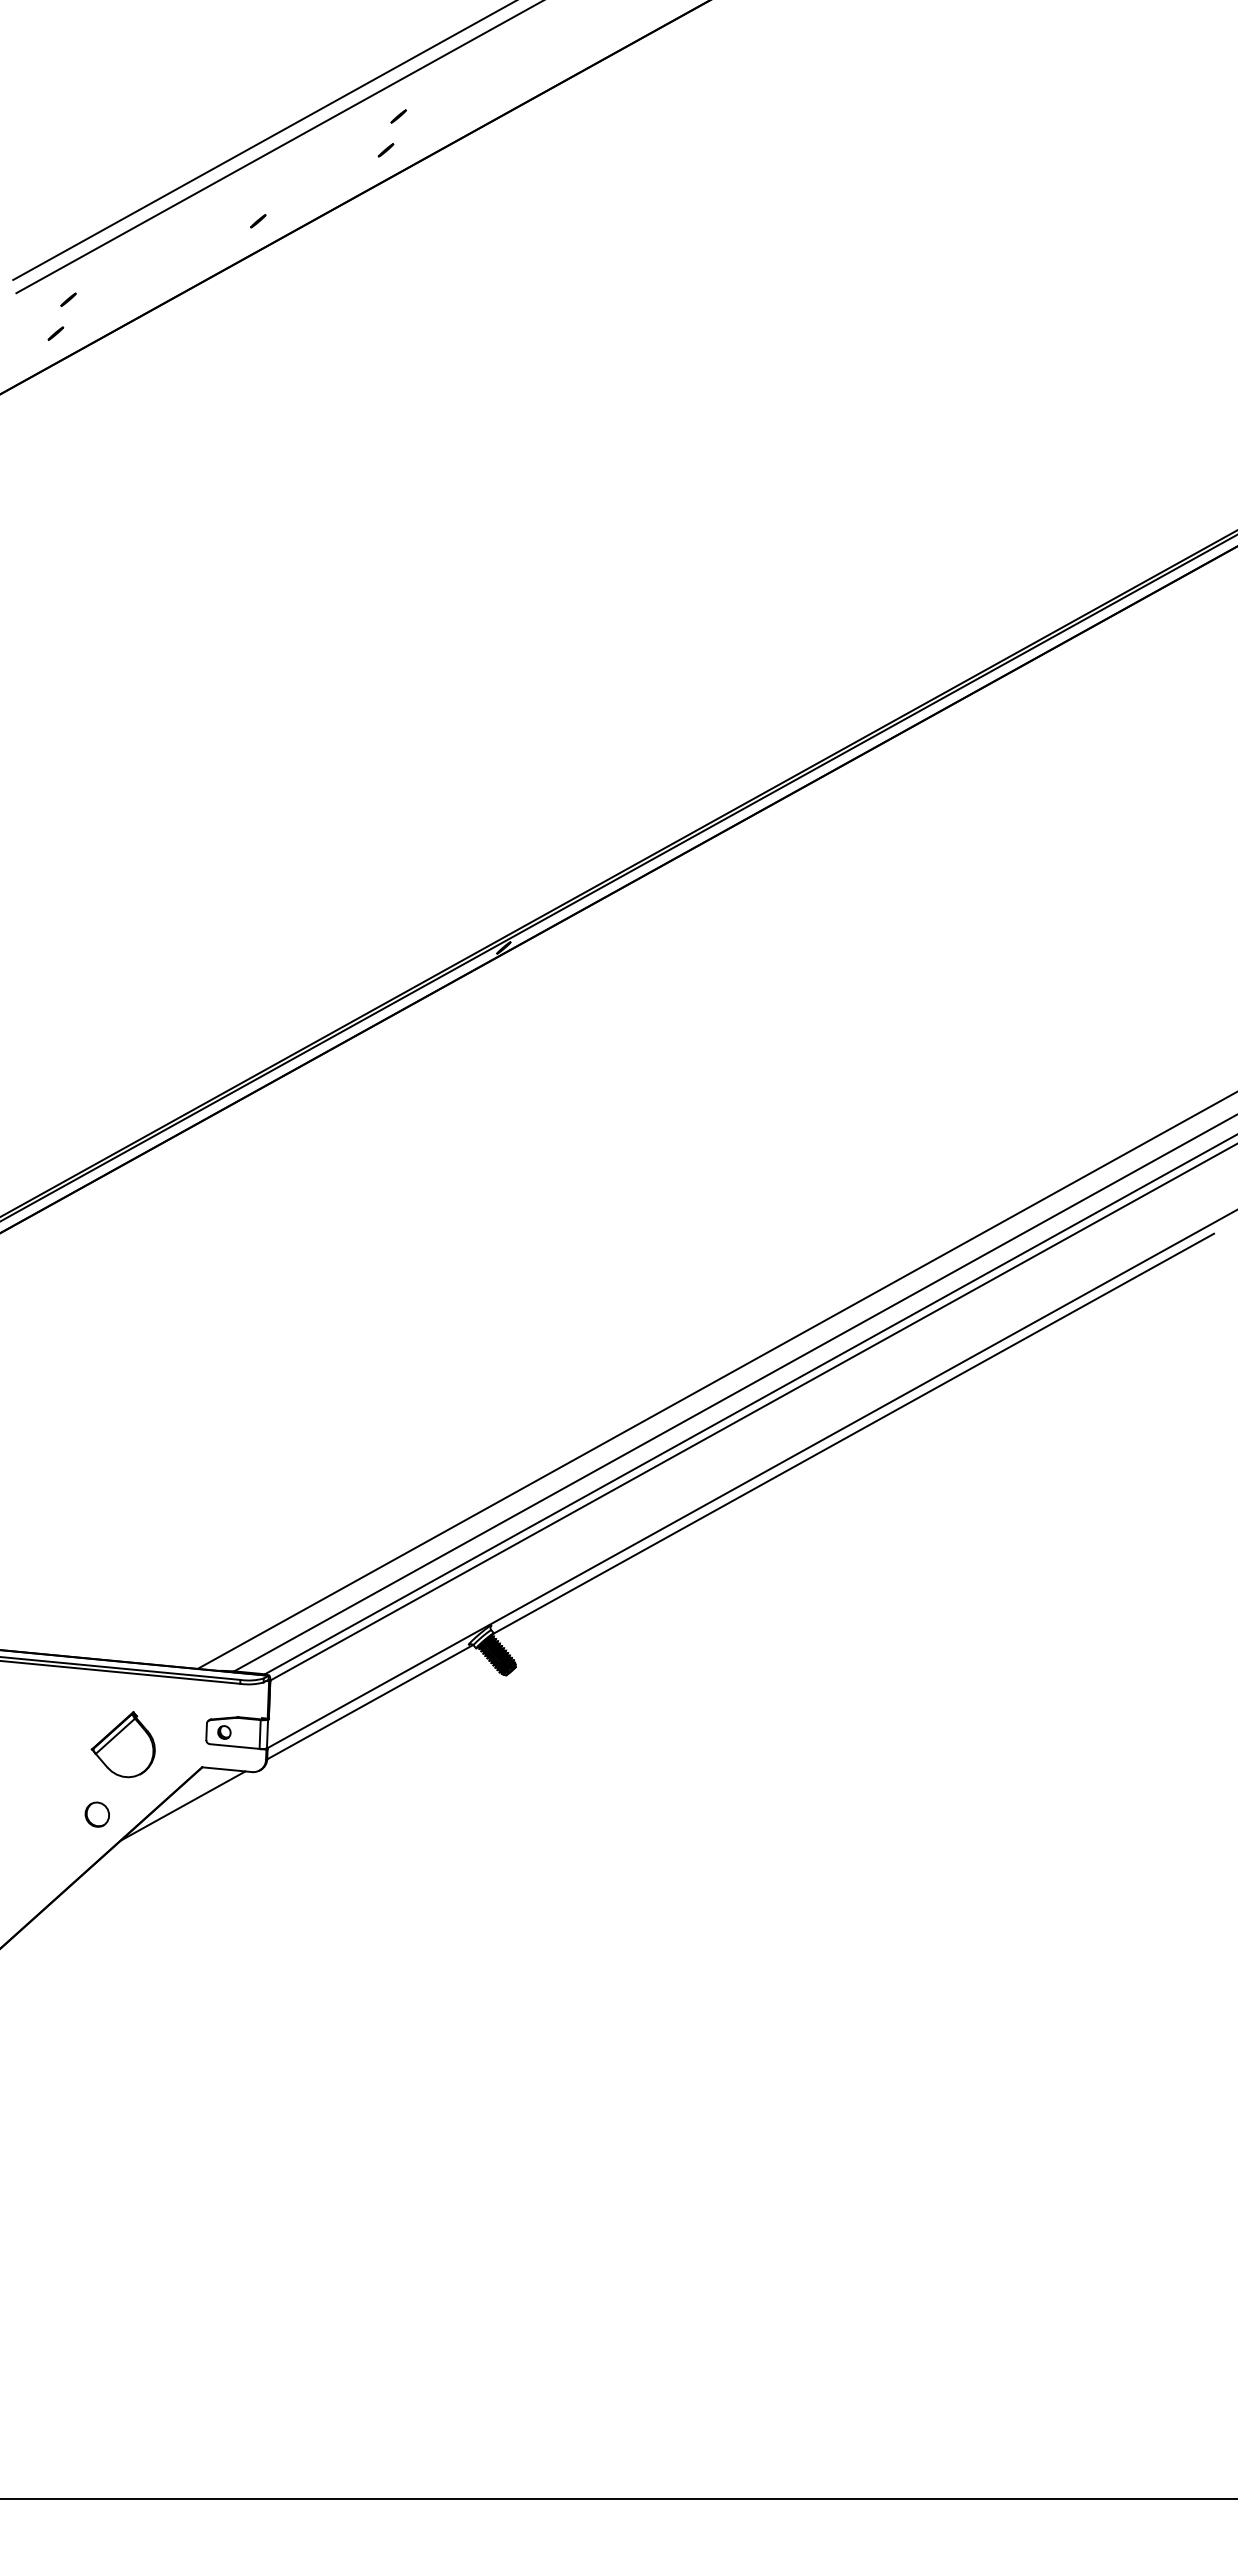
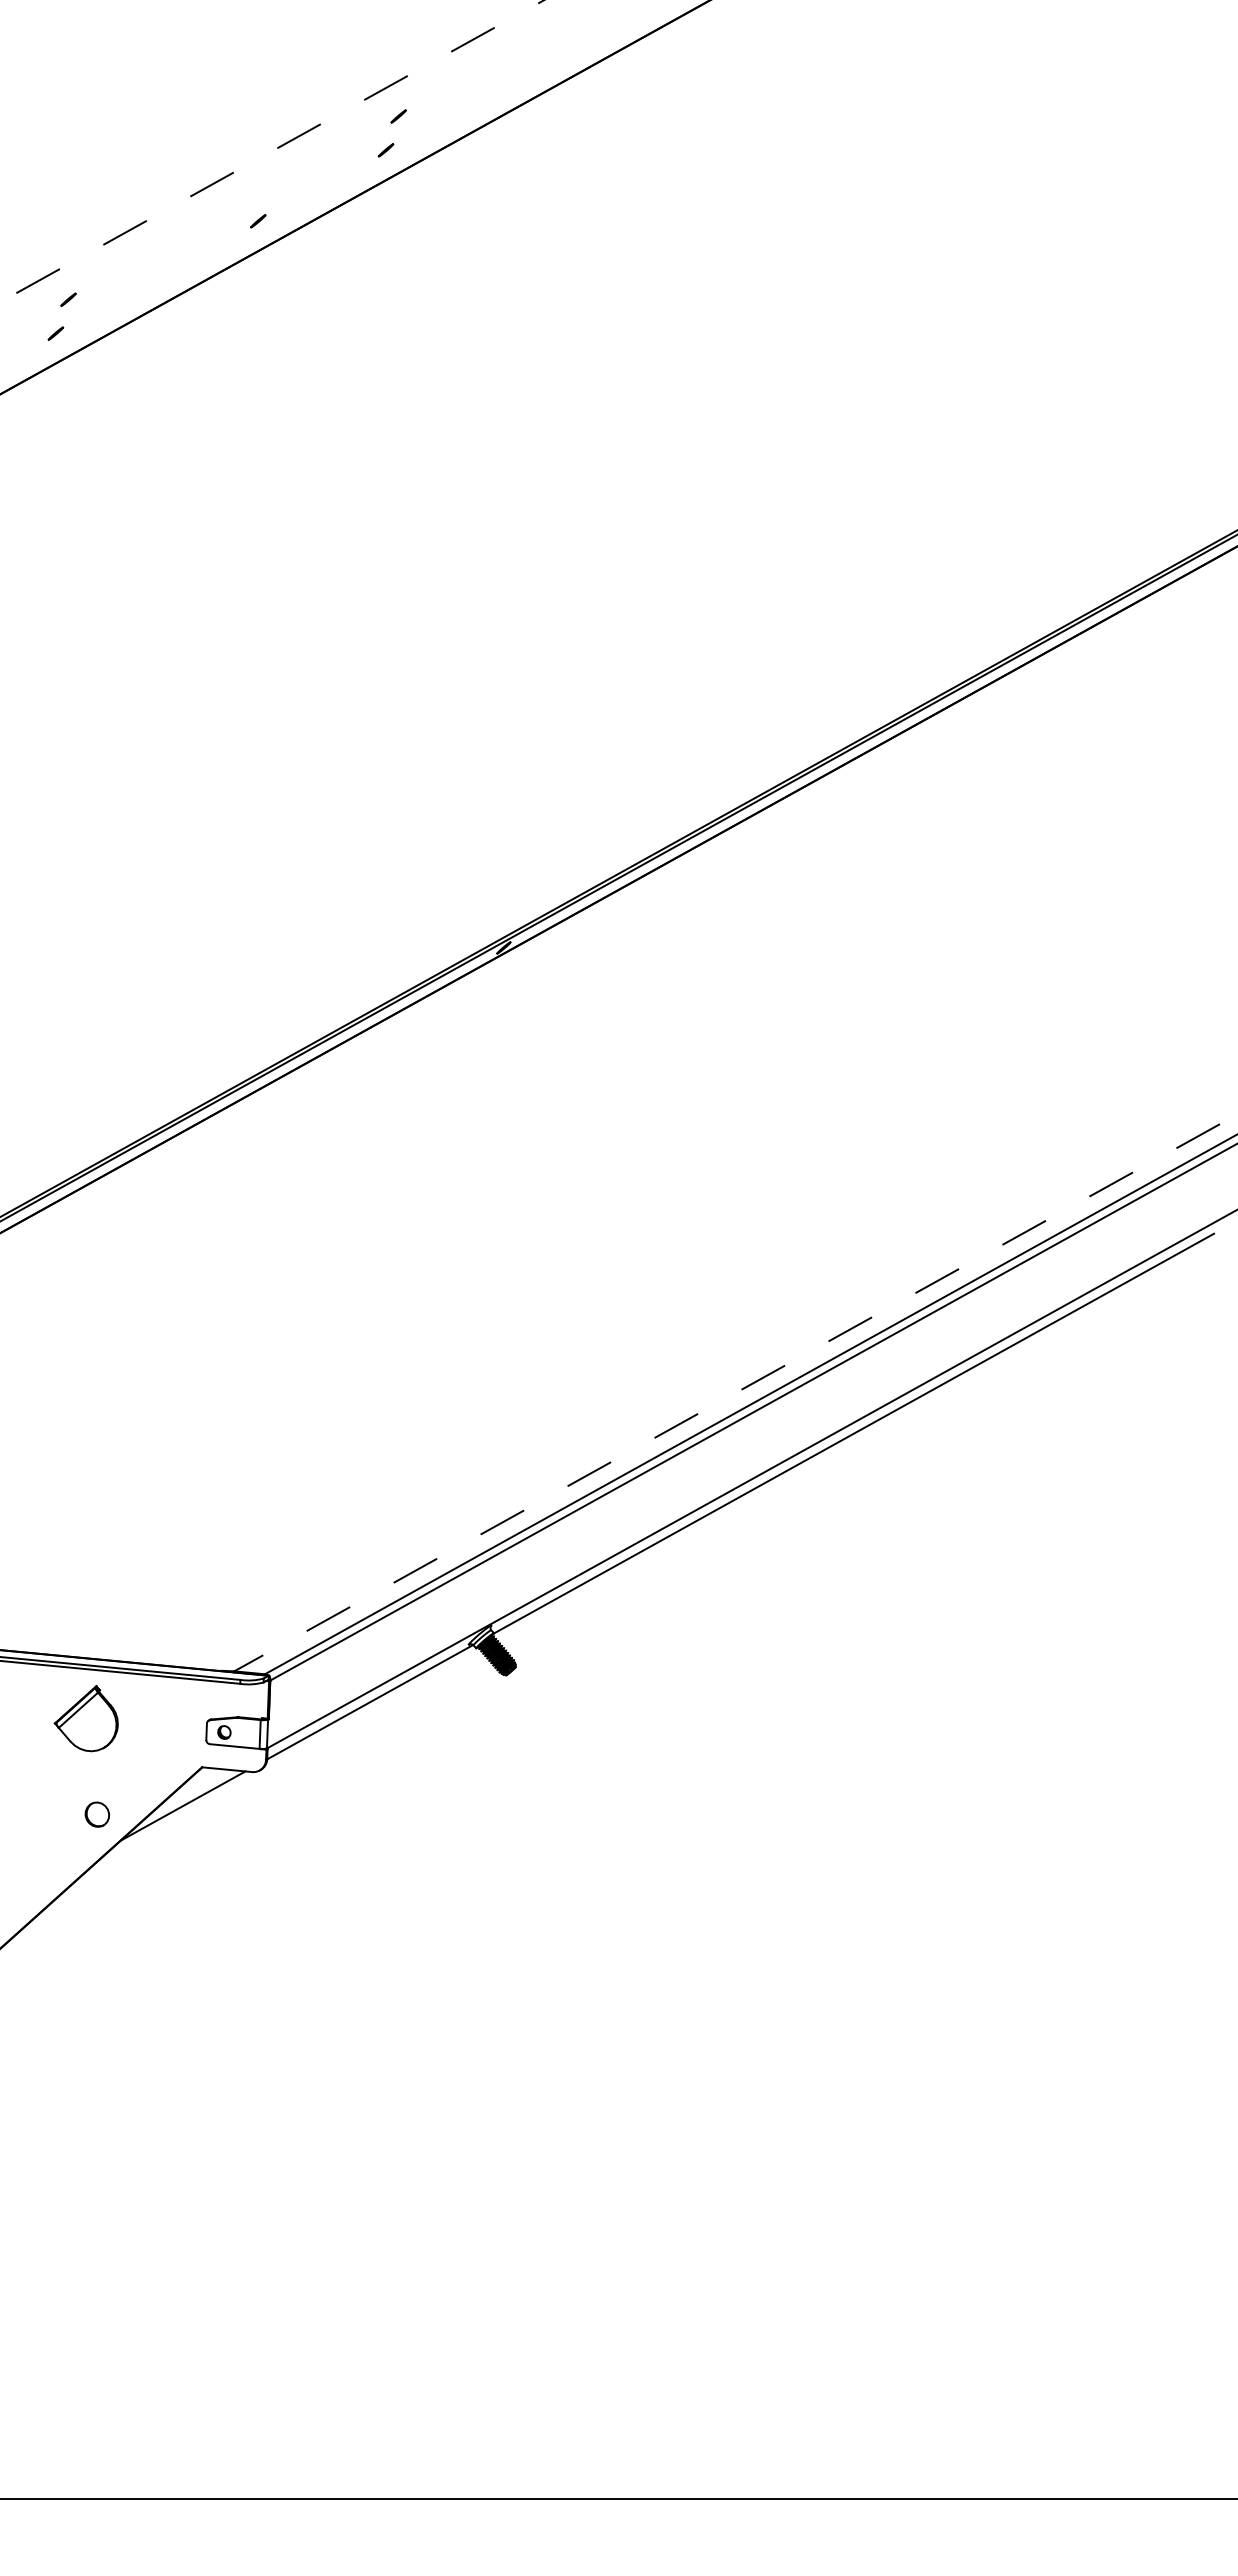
line at (263, 140): present -> none
line at (280, 146): solid -> dashed
line at (715, 1380): present -> none
line at (736, 1392): solid -> dashed
part at (122, 1744) position: (122, 1744) -> (85, 1718)
